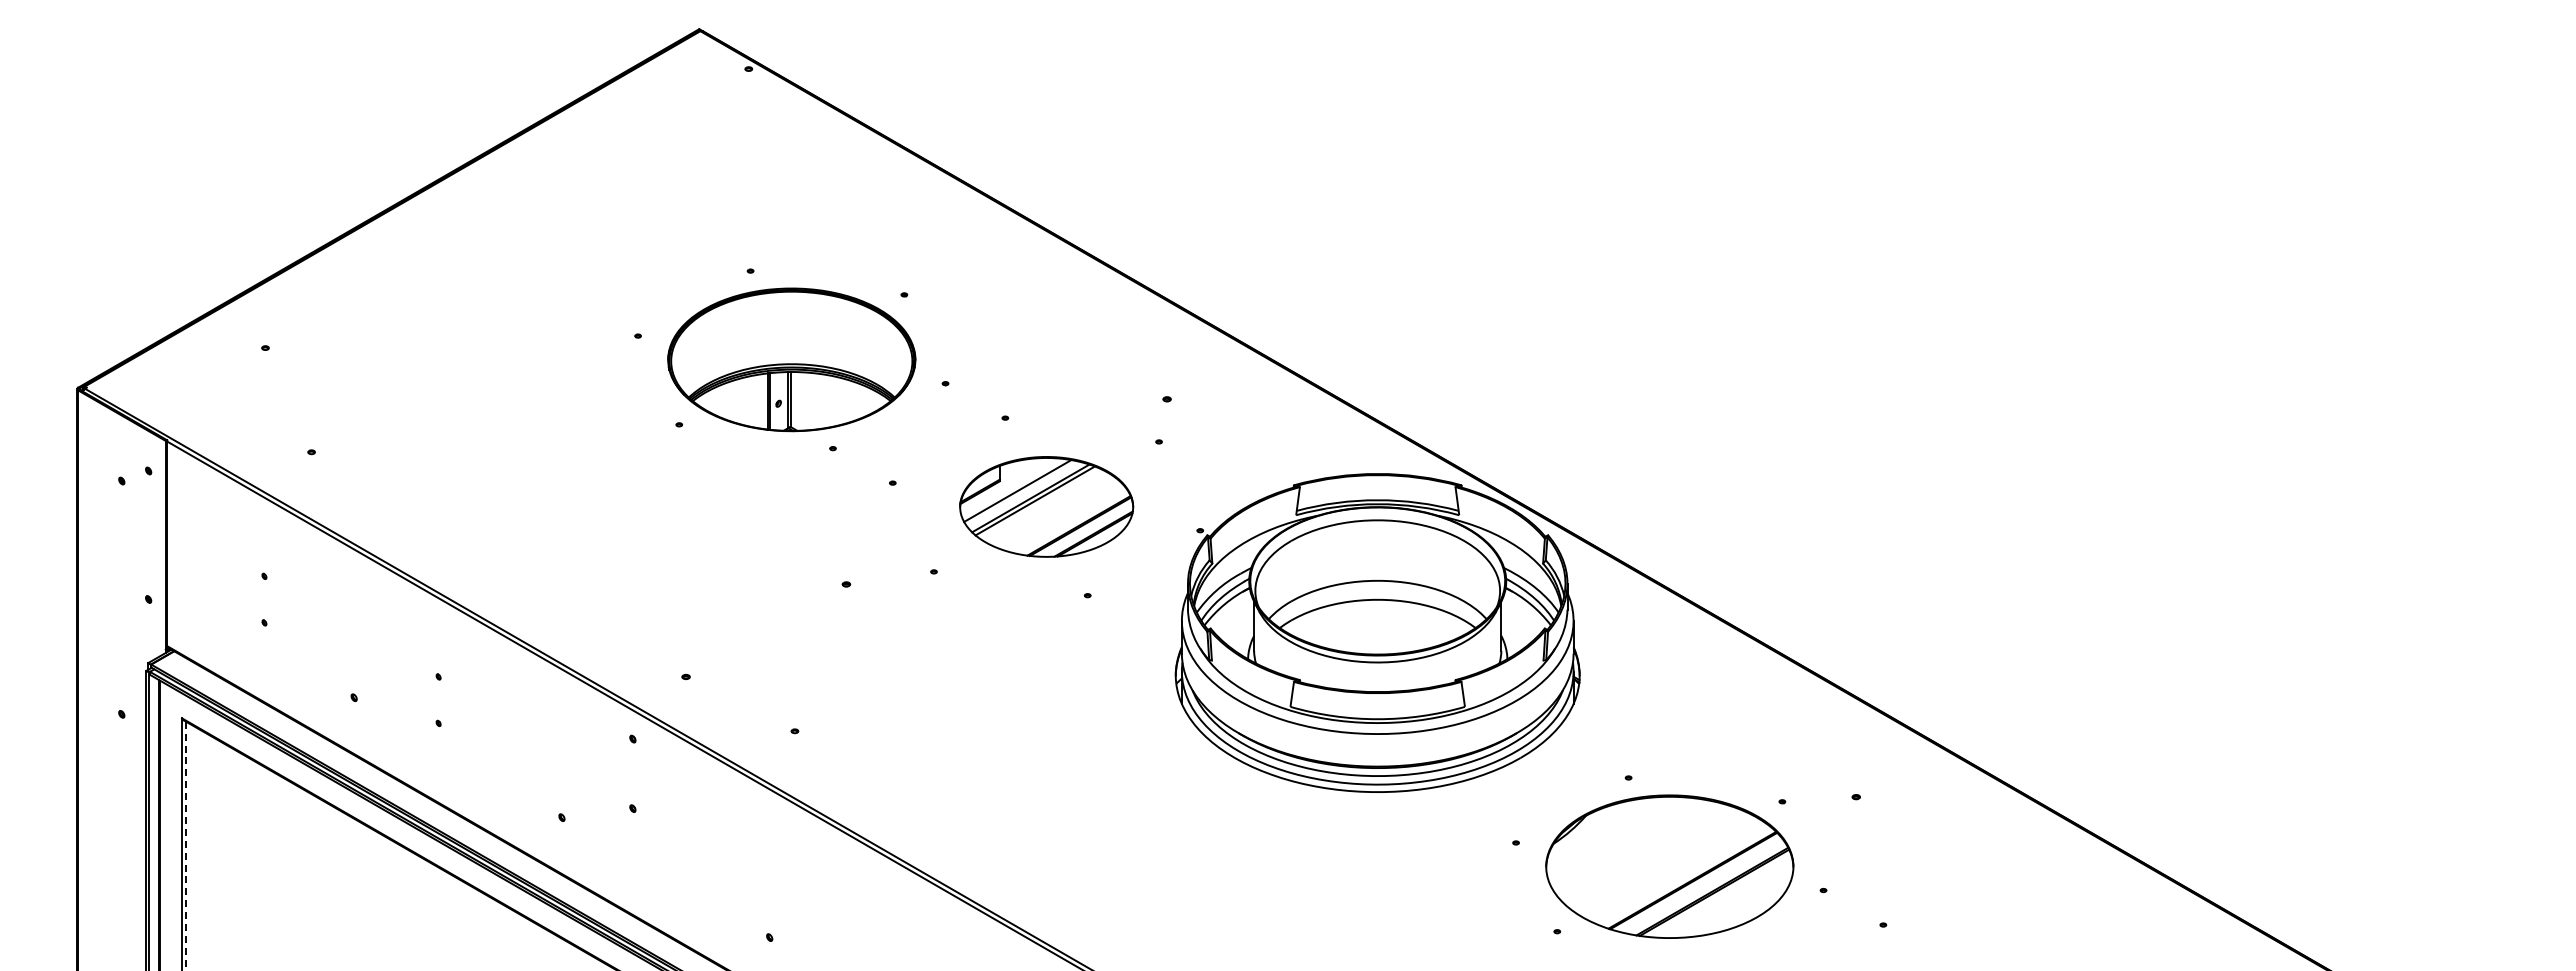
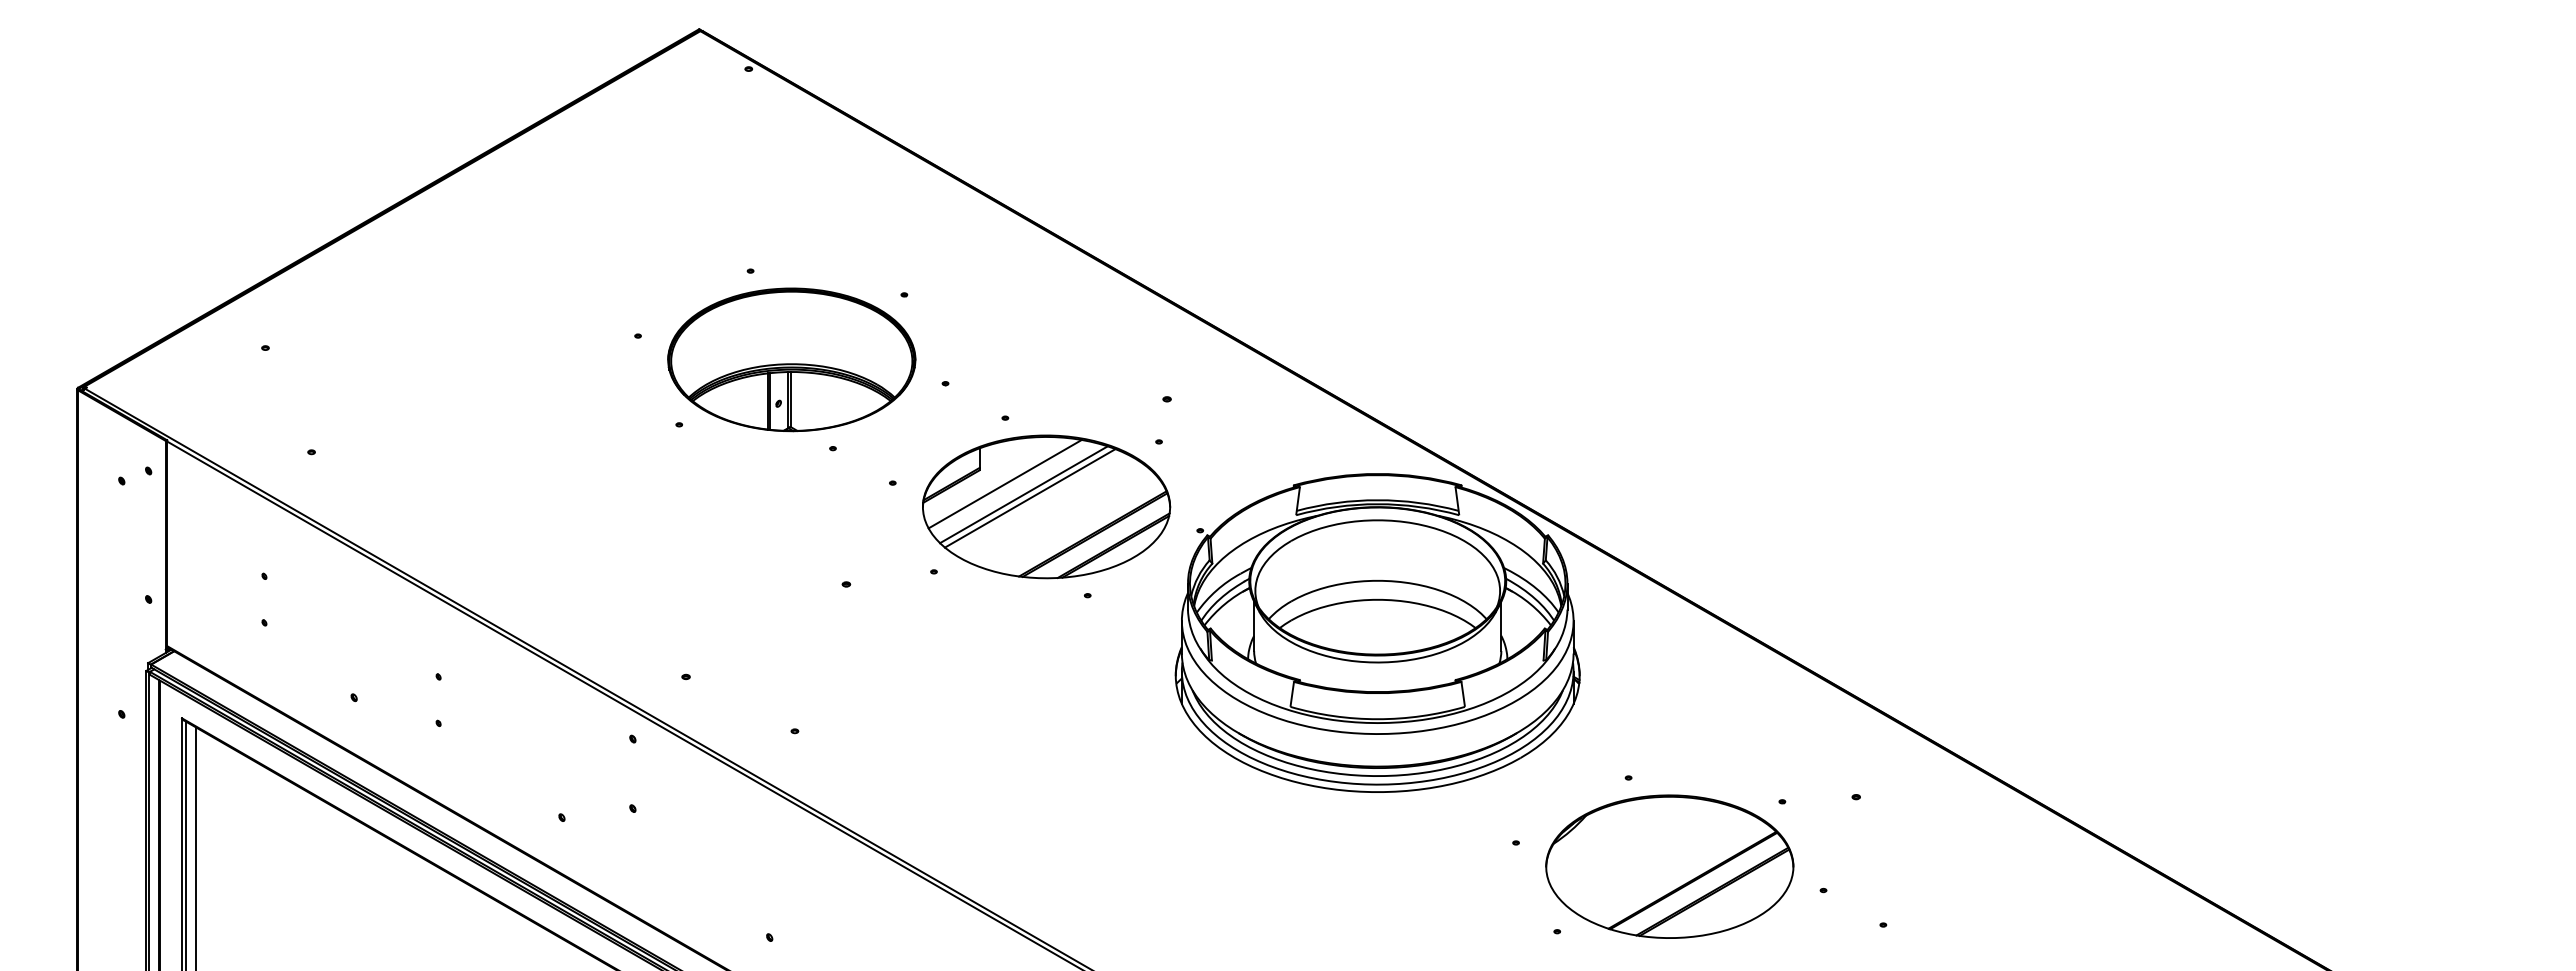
part at (1046, 506) size: 176x102 px -> 250x146 px
line at (186, 846): dashed -> solid
line at (196, 847): none -> present
